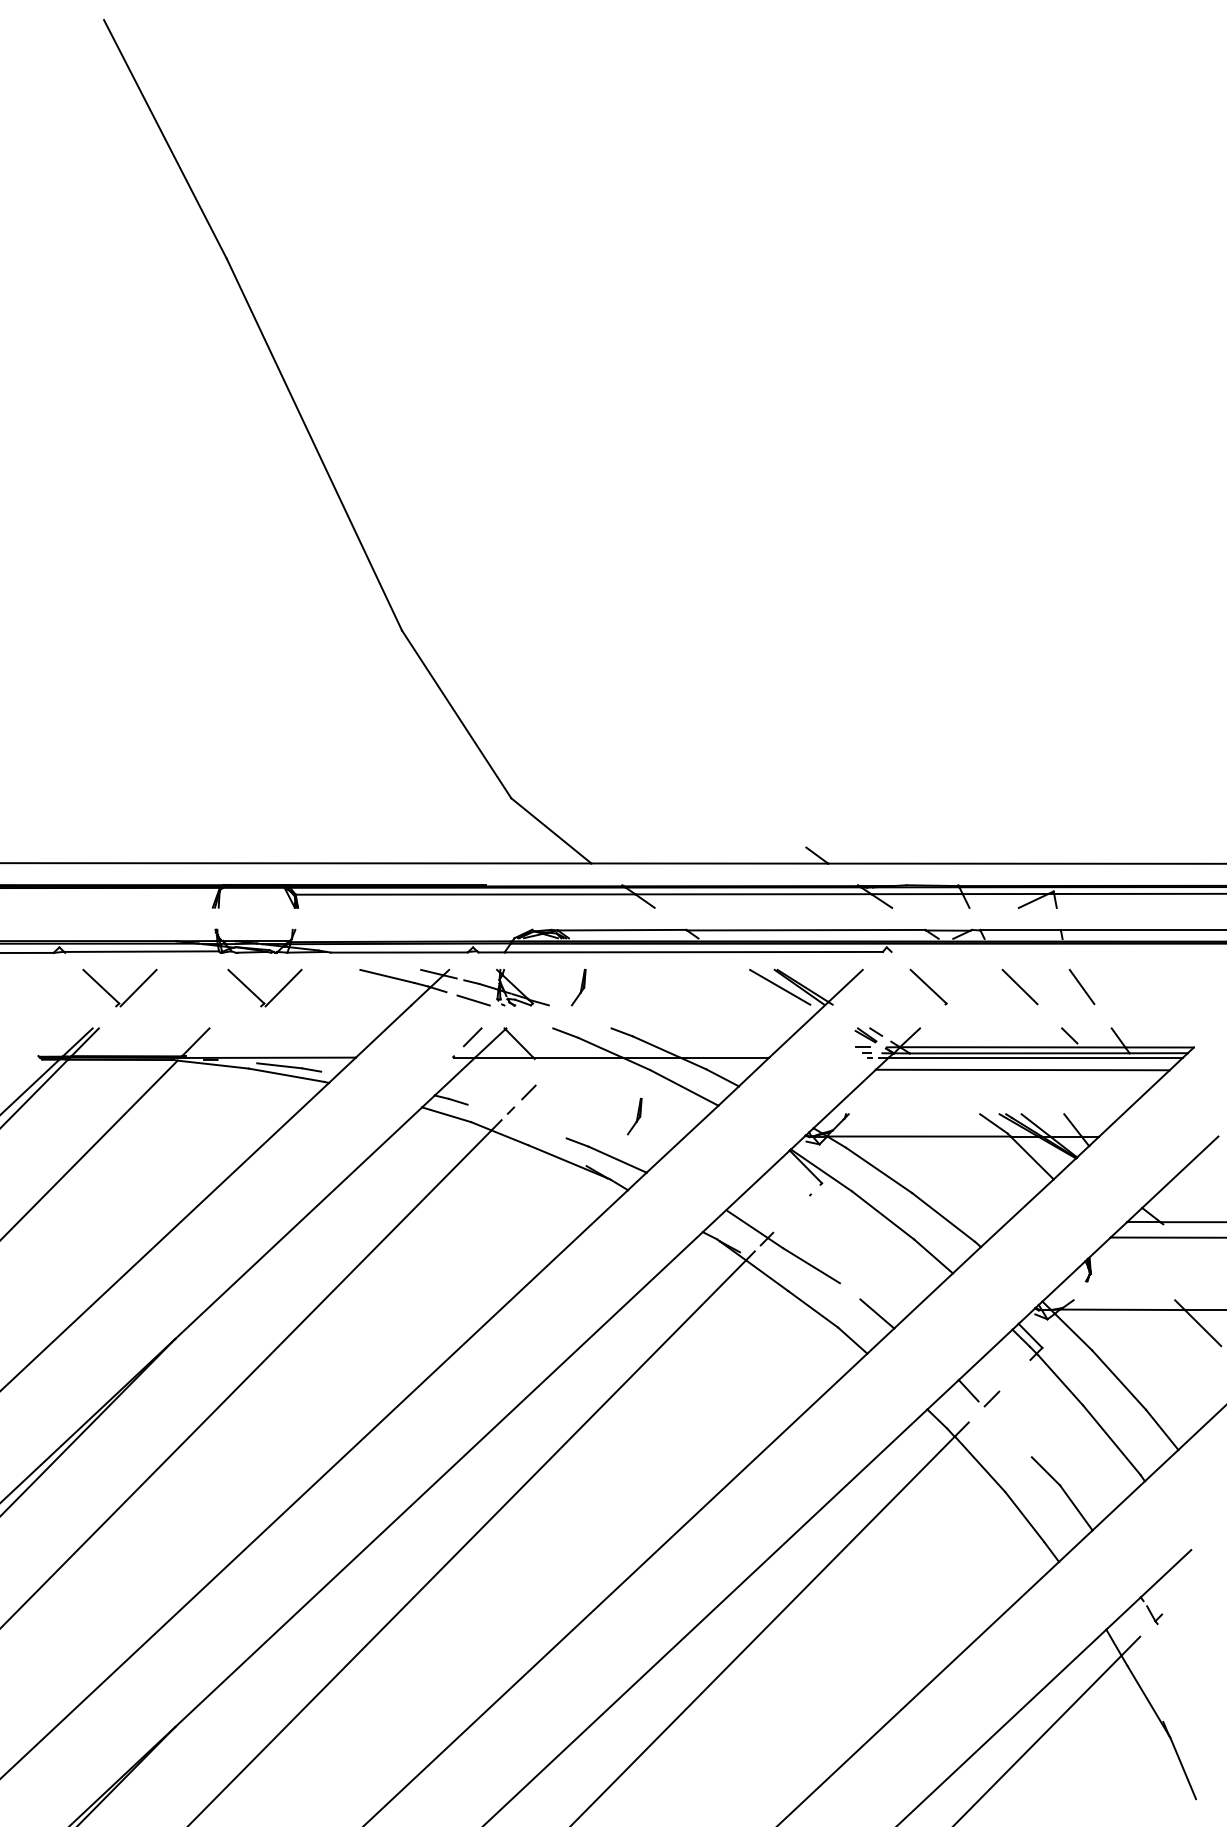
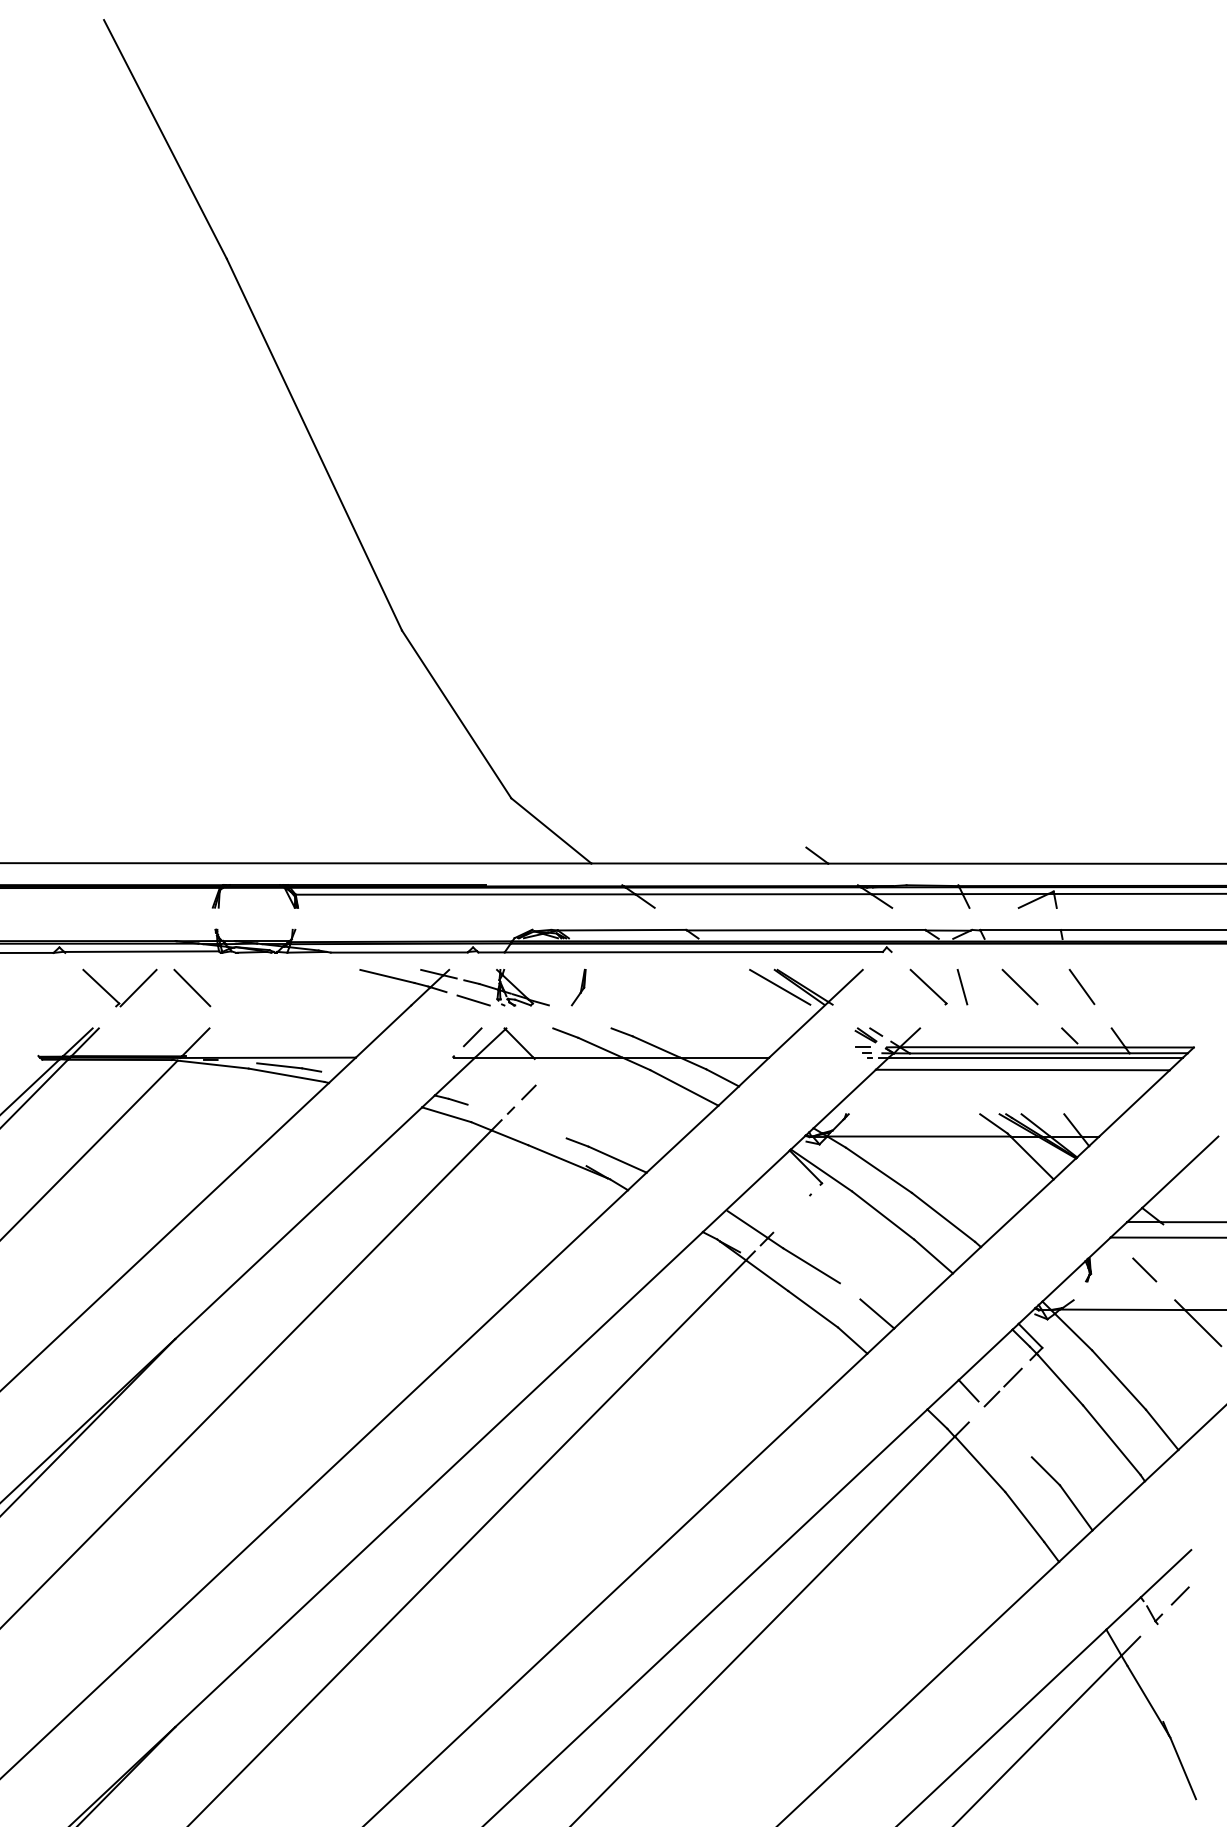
line at (192, 987): none -> present
line at (962, 987): none -> present
part at (256, 994): present -> none
part at (634, 1116): present -> none
line at (1144, 1269): none -> present
line at (1012, 1377): none -> present
line at (1179, 1595): none -> present
